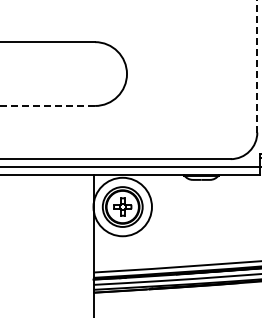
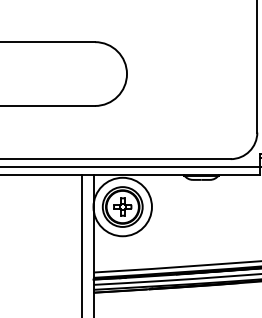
line at (257, 66): dashed -> solid
line at (47, 105): dashed -> solid
line at (82, 244): none -> present
